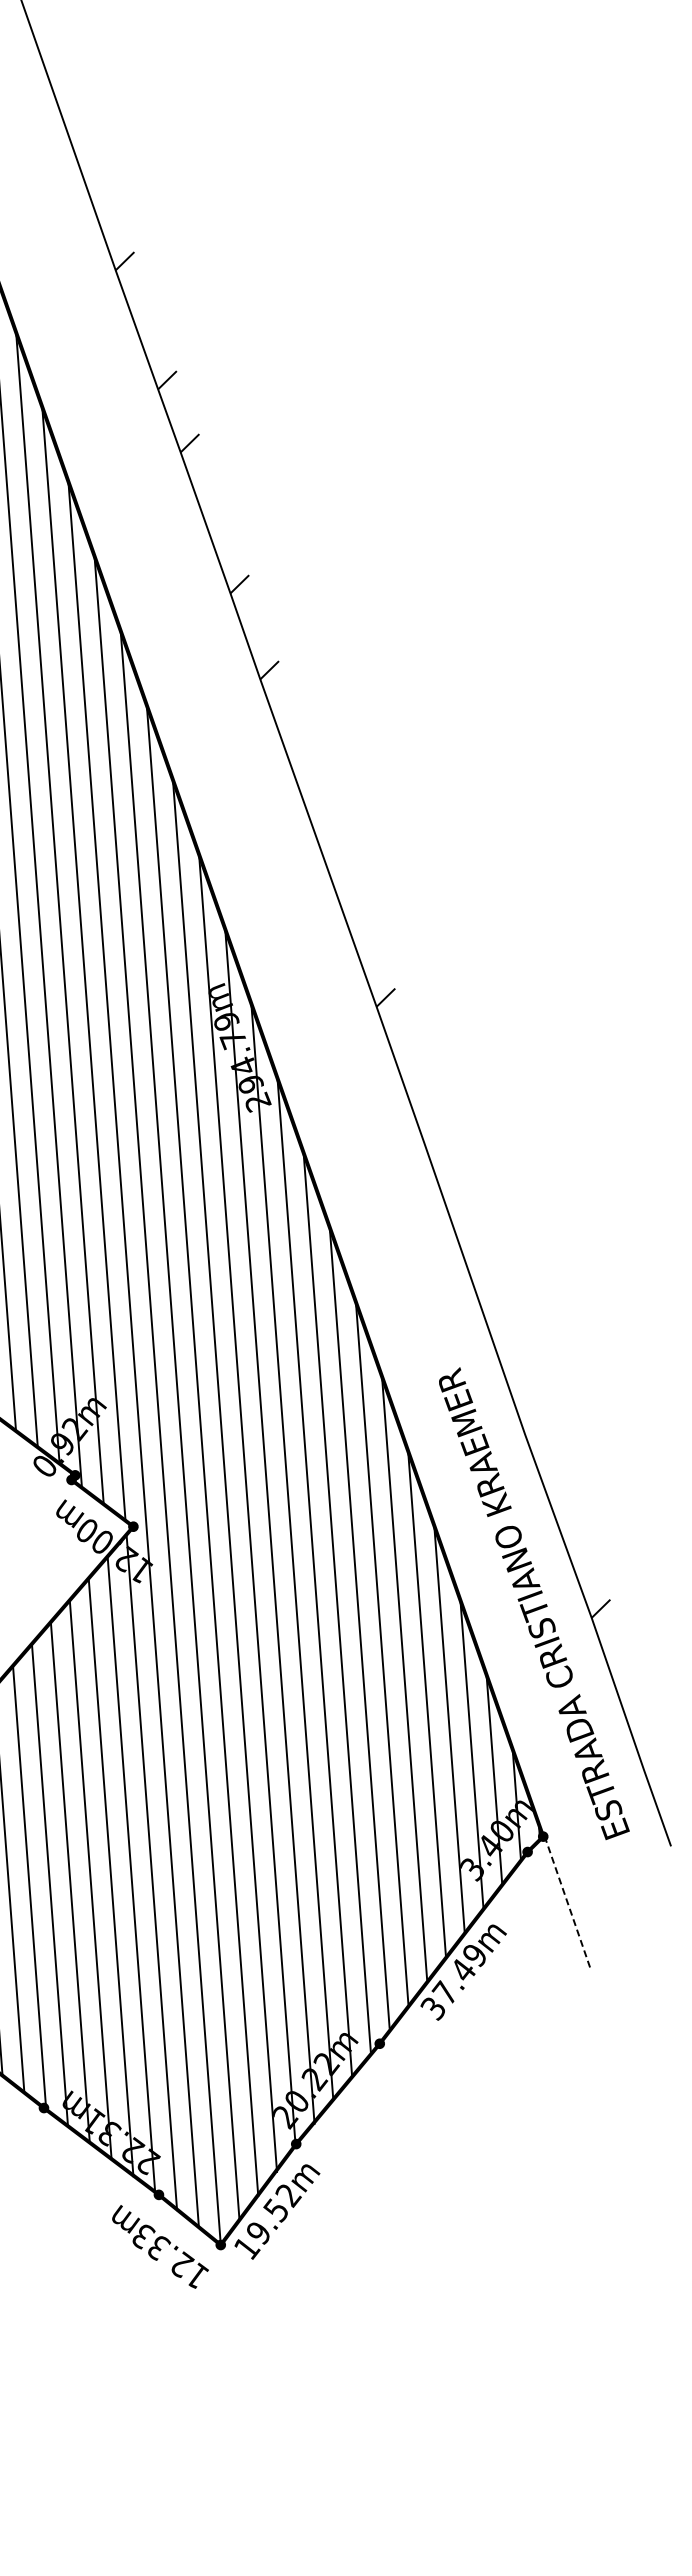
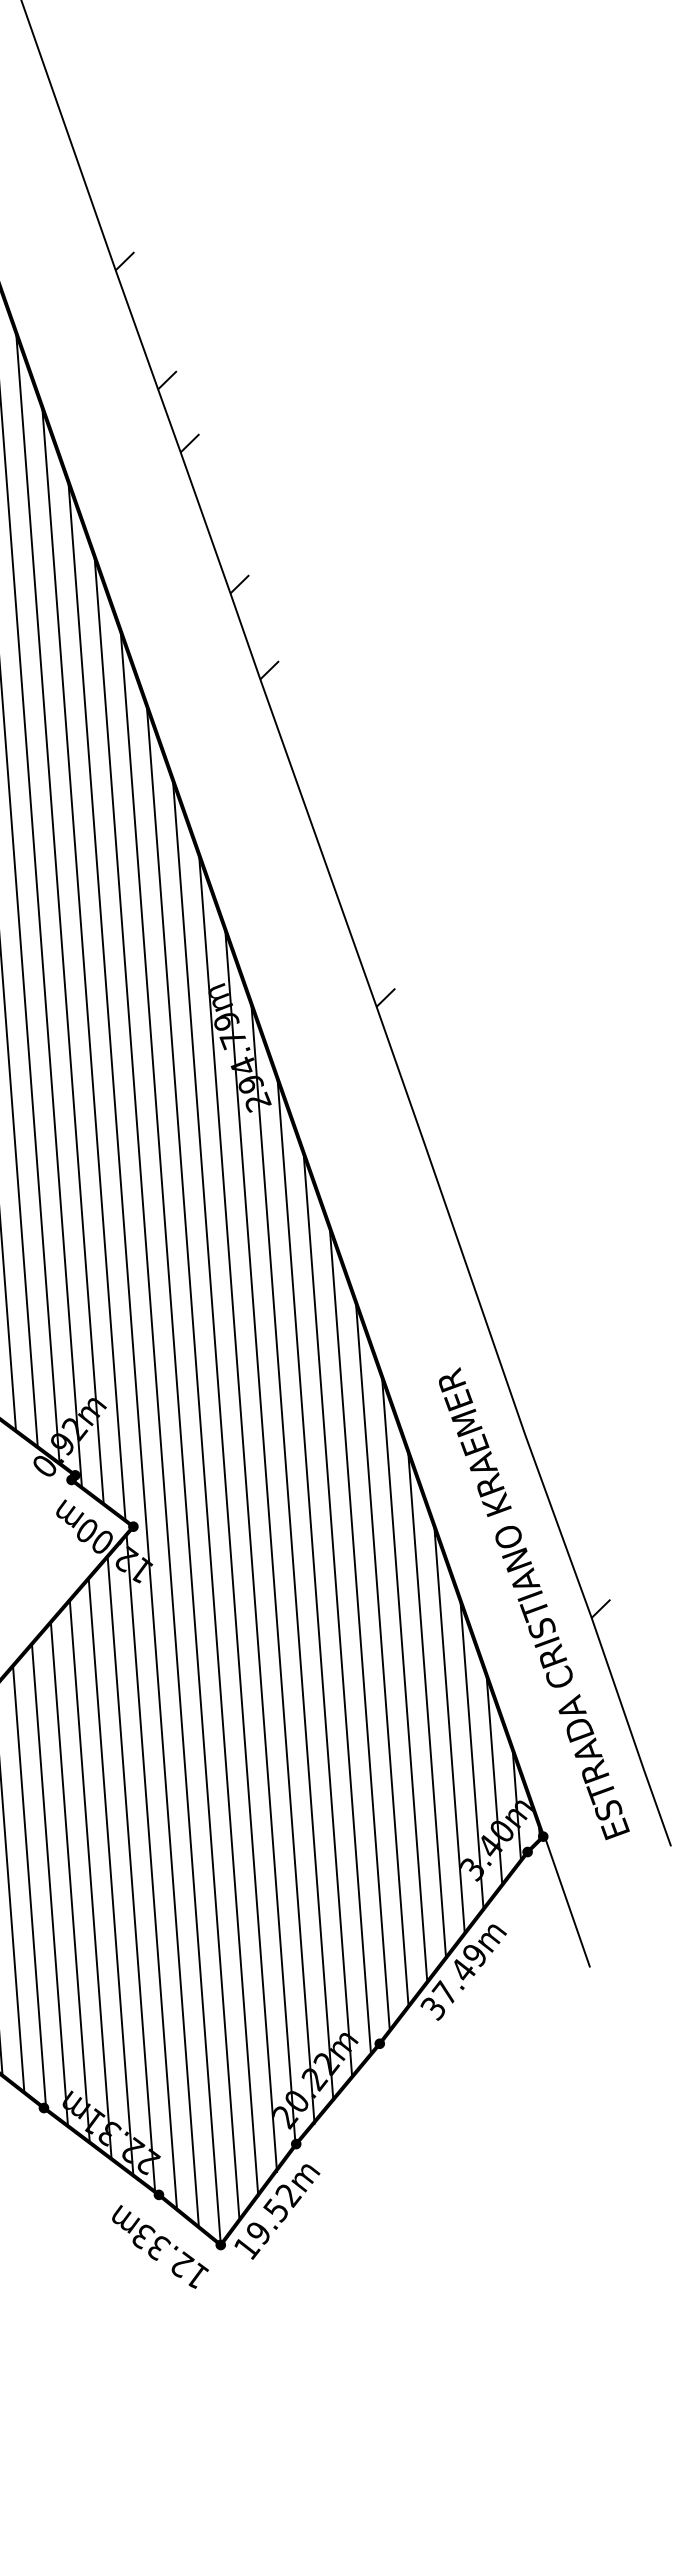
line at (567, 1901): dashed -> solid
